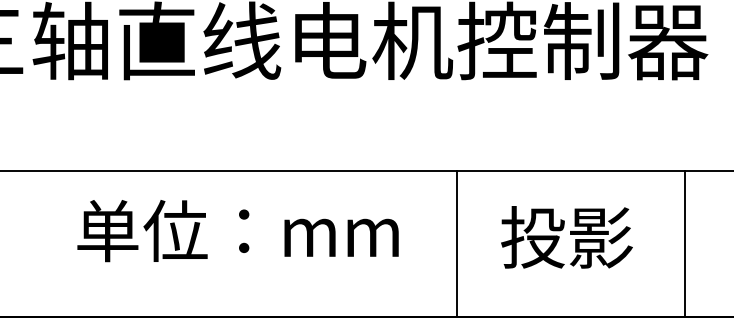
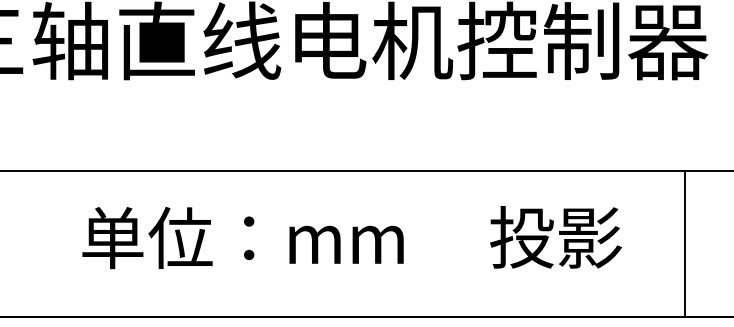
text at (237, 231) position: (237, 231) -> (242, 238)
text at (566, 237) position: (566, 237) -> (555, 237)
line at (456, 244): present -> none
